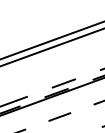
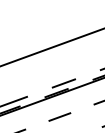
line at (51, 40): present -> none
